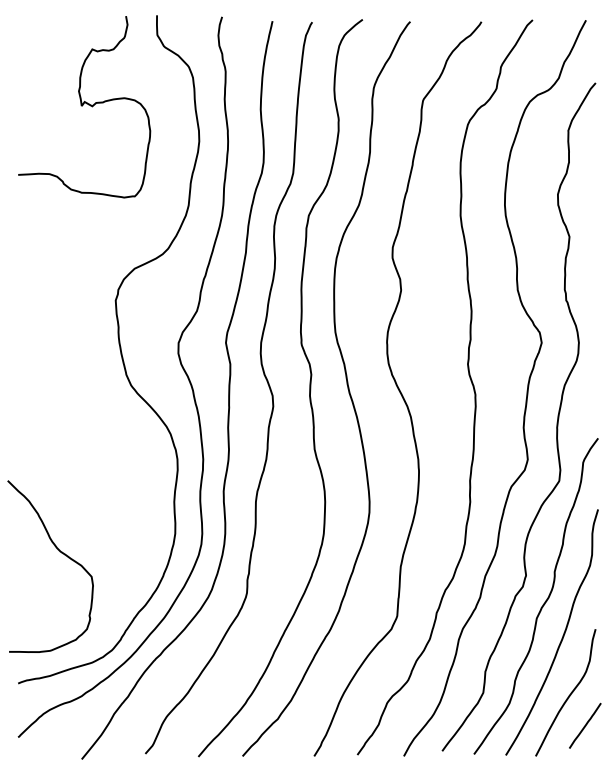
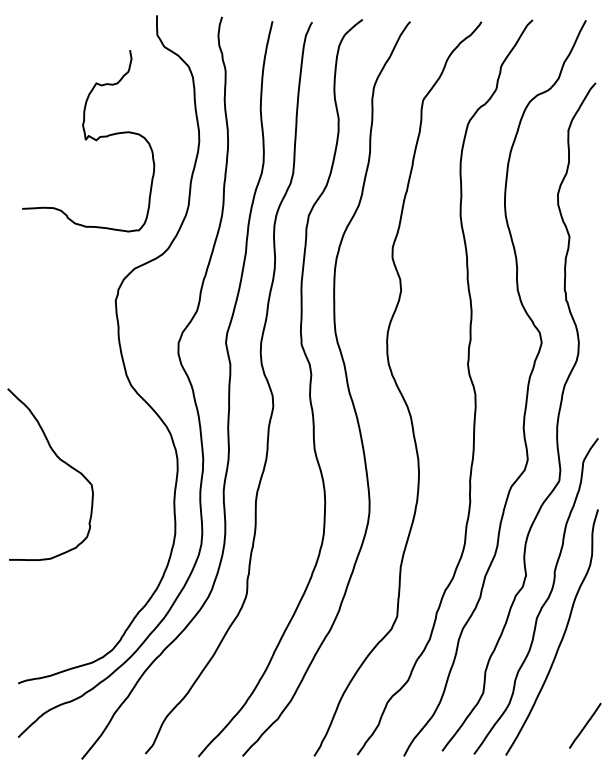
curve at (83, 105) position: (83, 105) -> (87, 139)
curve at (61, 553) position: (61, 553) -> (61, 461)
curve at (568, 695): present -> none
